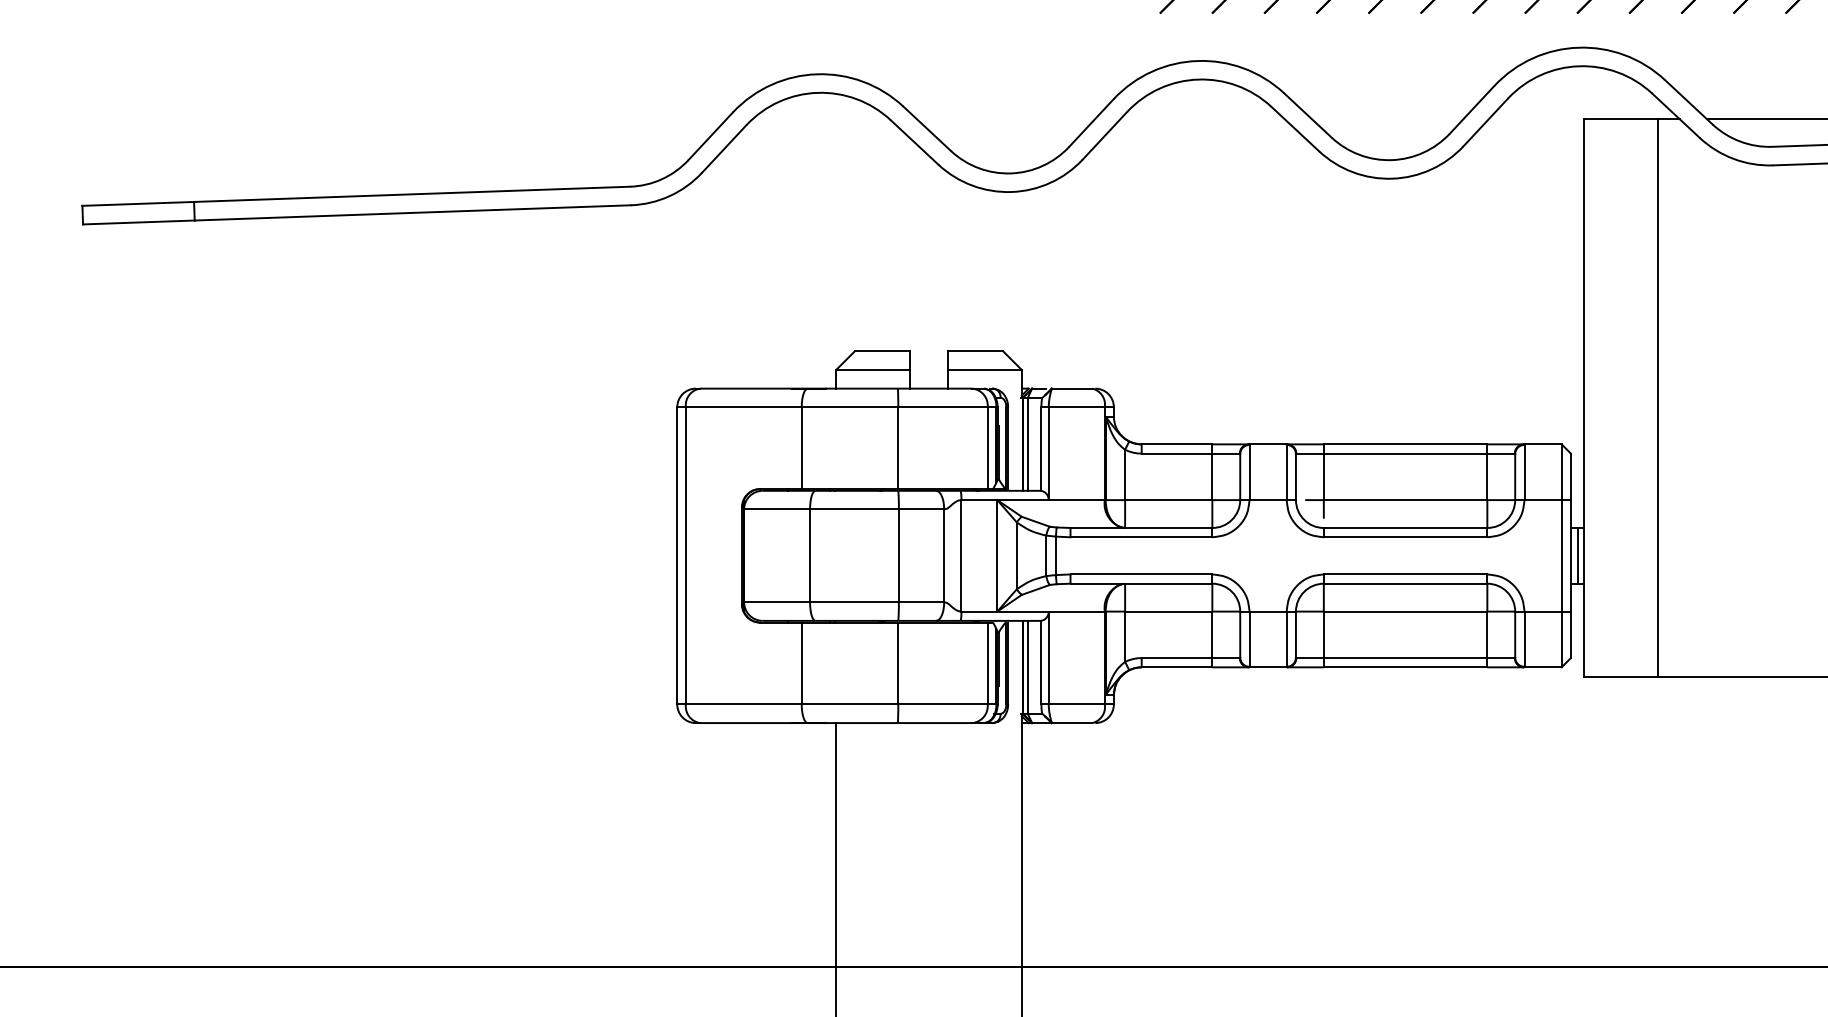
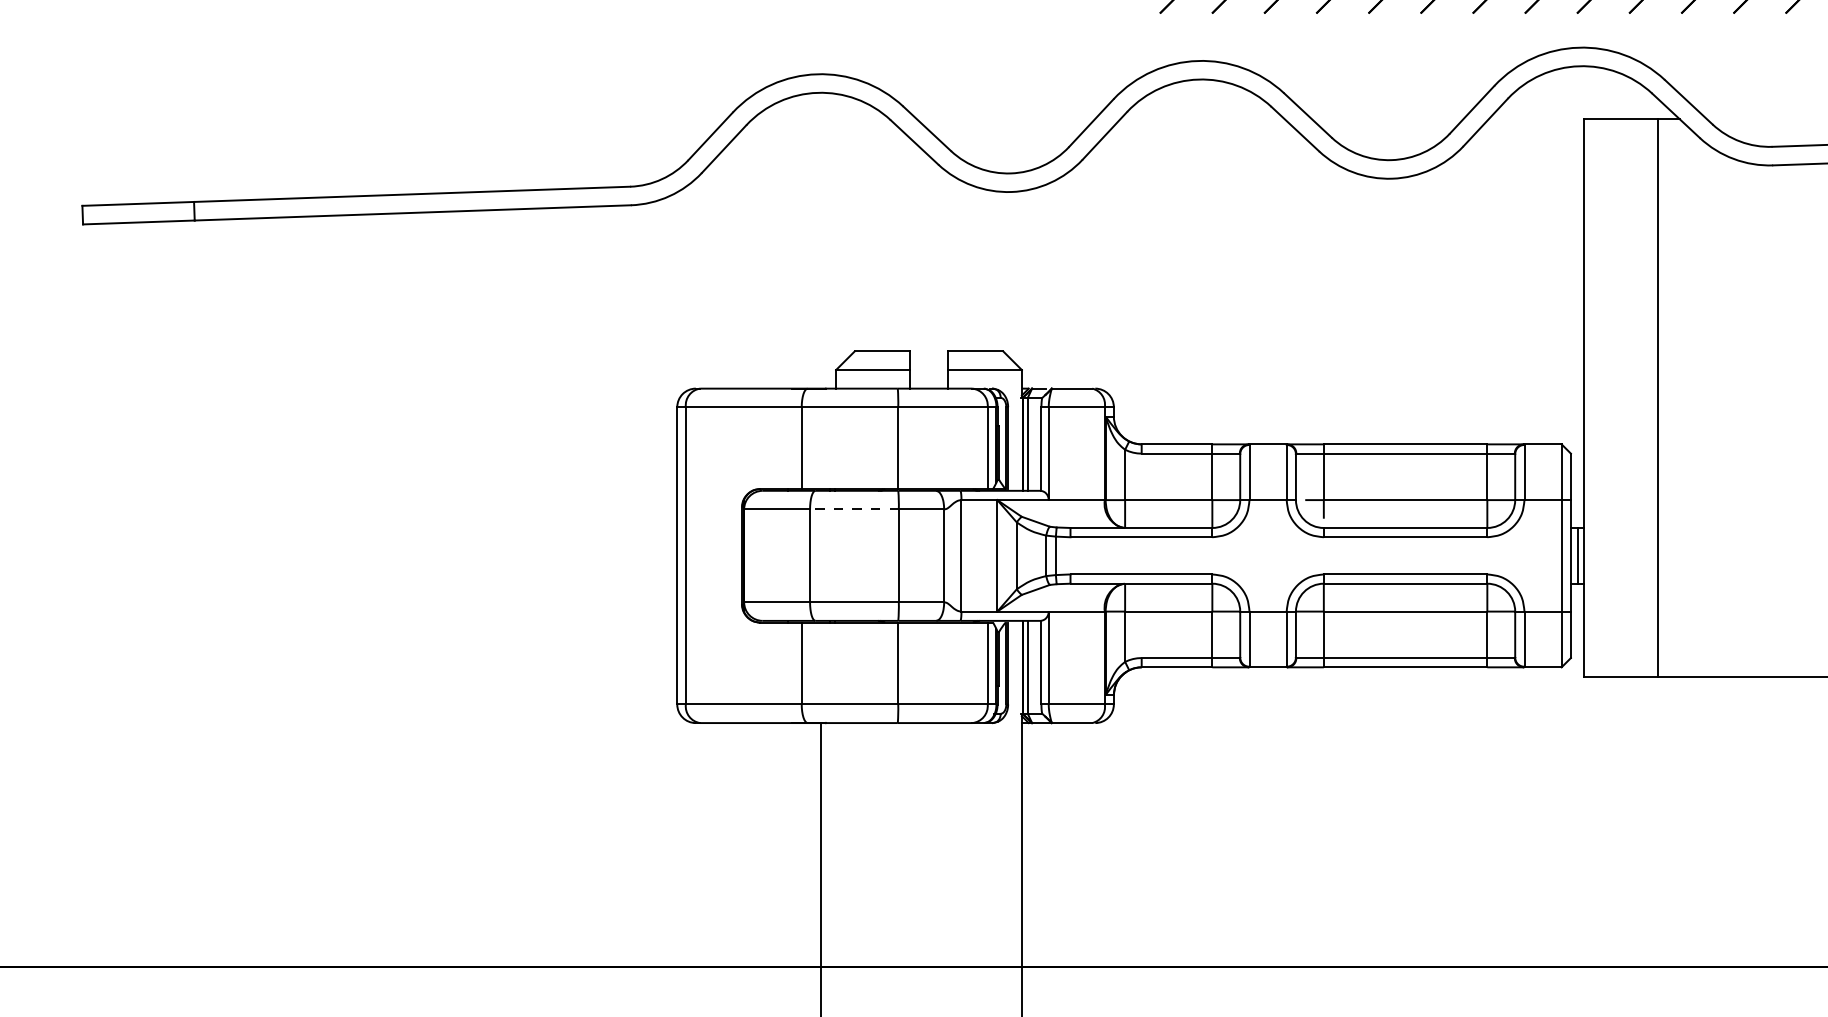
line at (1765, 119): present -> none
line at (853, 509): solid -> dashed
line at (836, 868) position: (836, 868) -> (821, 868)
